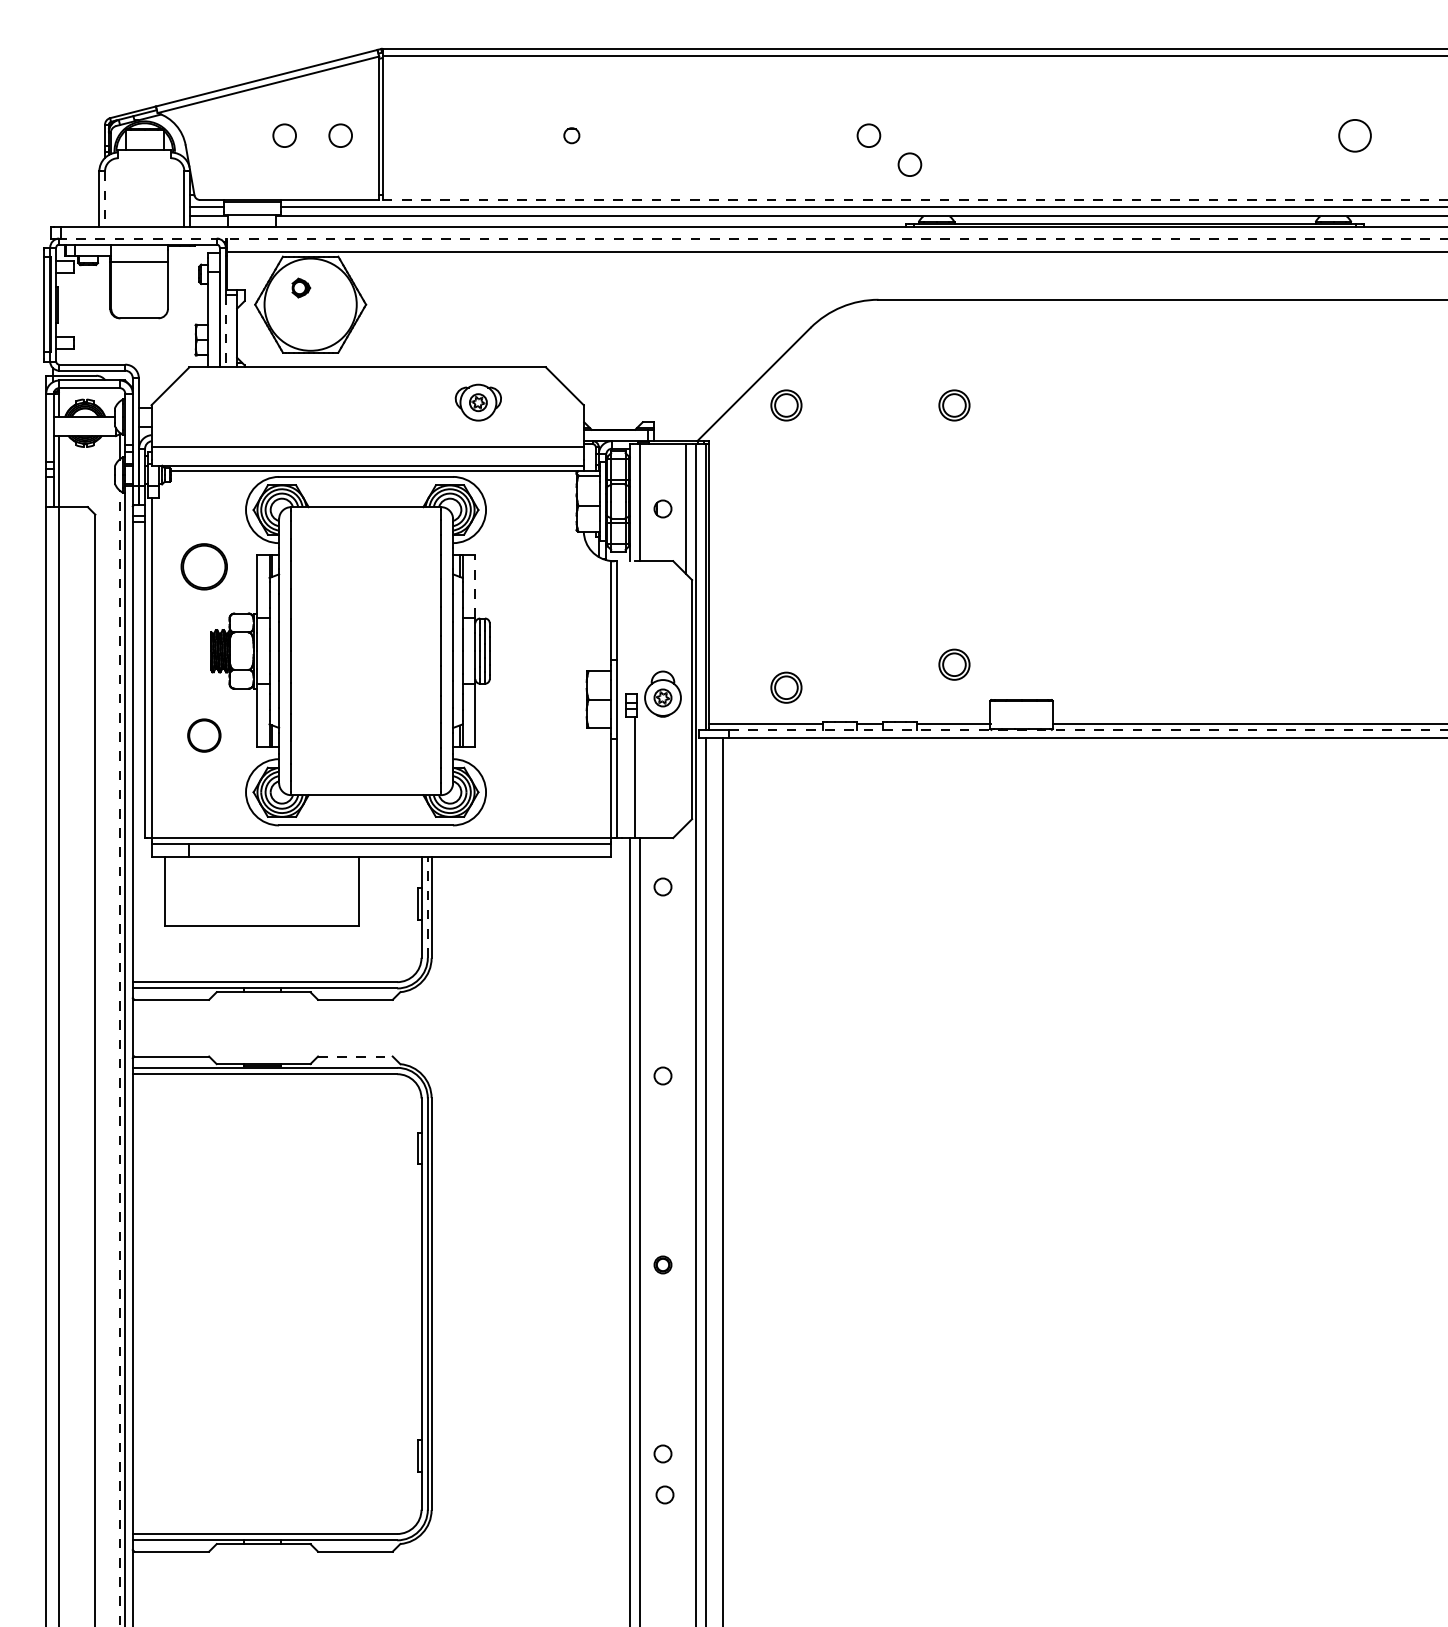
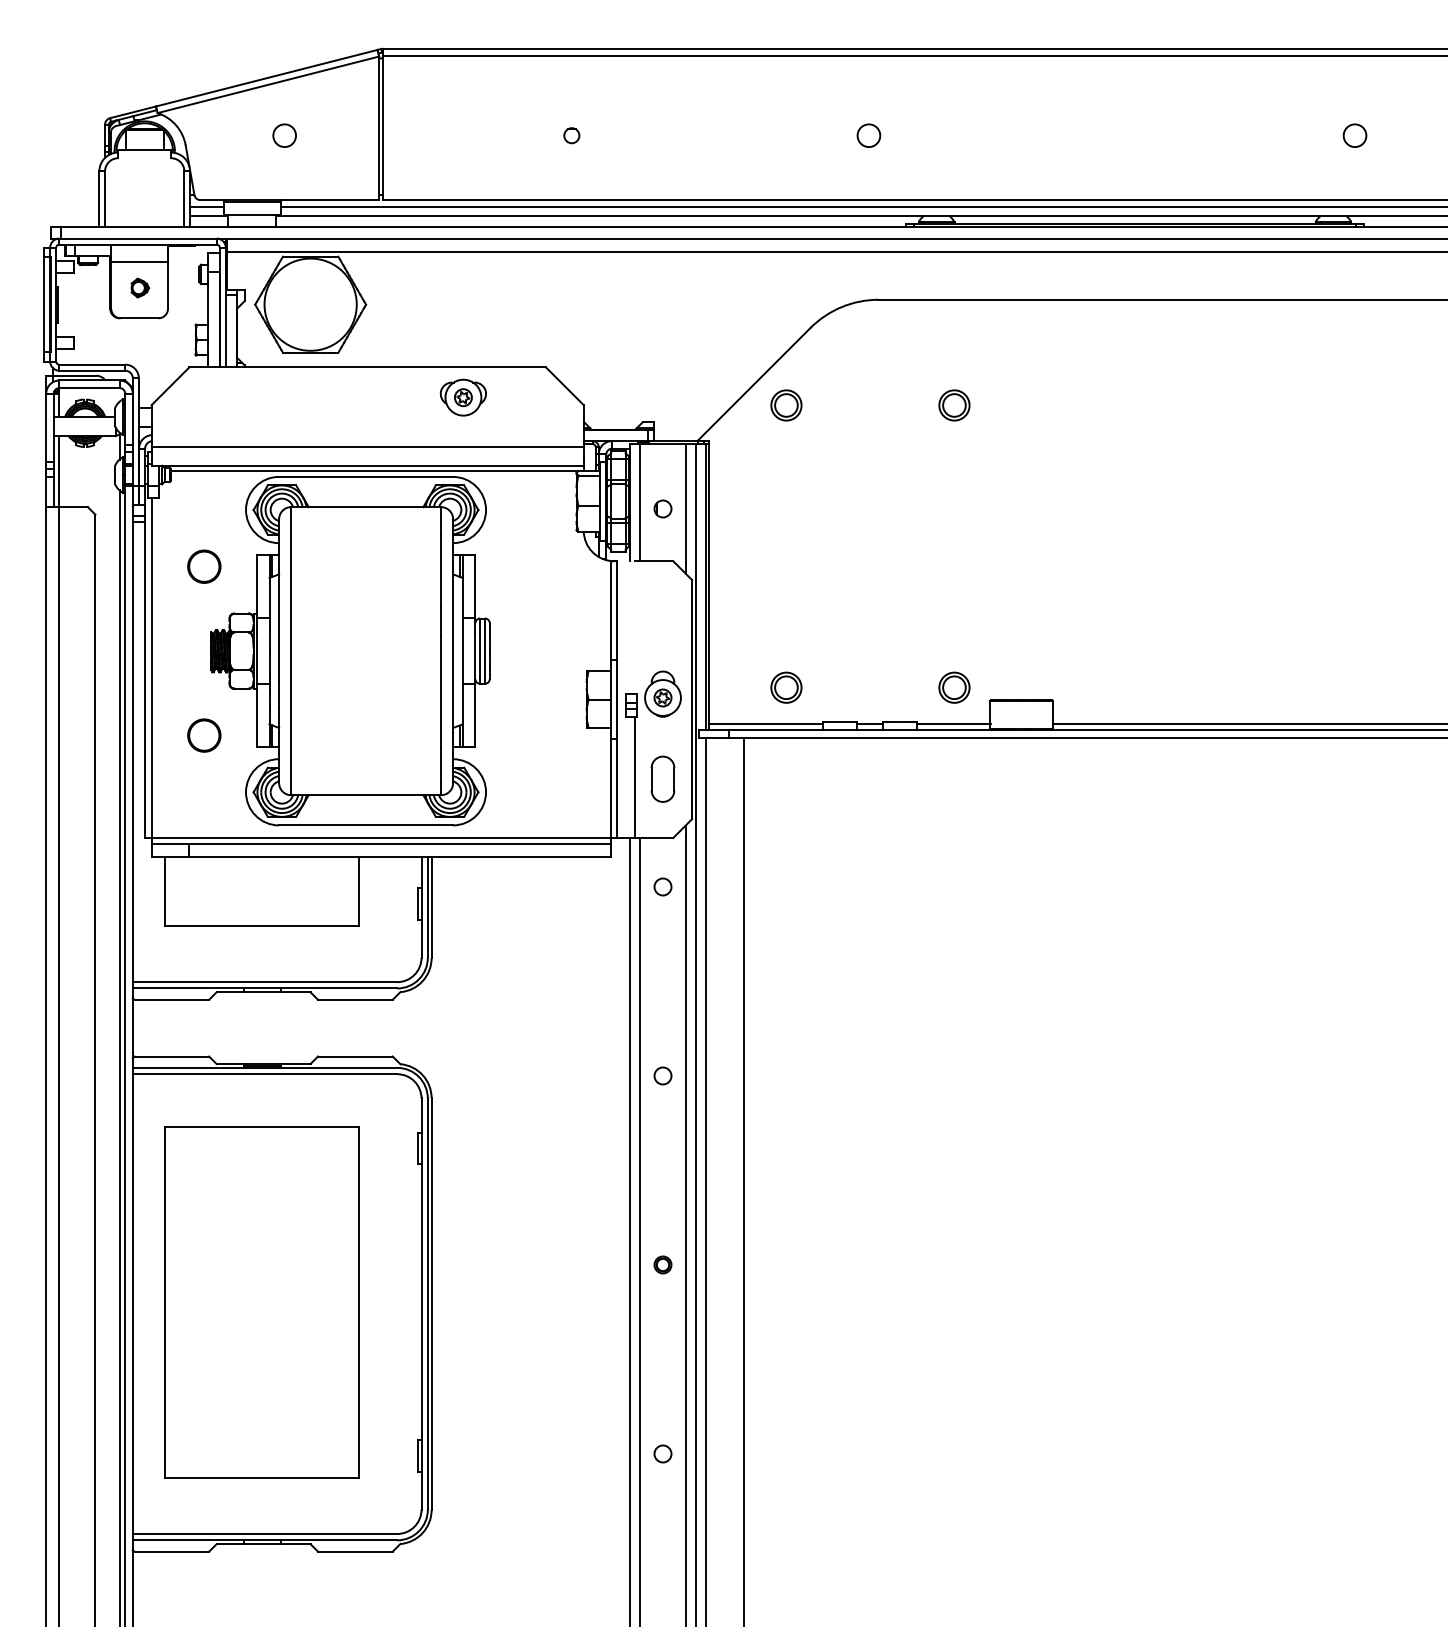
circle at (340, 135): present -> none
circle at (1354, 135) size: 34x34 px -> 26x25 px
circle at (909, 164): present -> none
line at (105, 199): dashed -> solid
line at (915, 200): dashed -> solid
line at (753, 238): dashed -> solid
part at (301, 287) position: (301, 287) -> (140, 287)
line at (225, 331): dashed -> solid
part at (477, 402) position: (477, 402) -> (462, 397)
circle at (203, 566) size: 48x48 px -> 35x35 px
line at (475, 586): dashed -> solid
part at (954, 664) position: (954, 664) -> (954, 687)
line at (1089, 729): dashed -> solid
part at (662, 778): none -> present
line at (427, 906): dashed -> solid
line at (355, 1056): dashed -> solid
line at (119, 1058): dashed -> solid
line at (722, 1180) position: (722, 1180) -> (743, 1180)
line at (685, 1224): none -> present
part at (261, 1302): none -> present
circle at (664, 1494): present -> none
